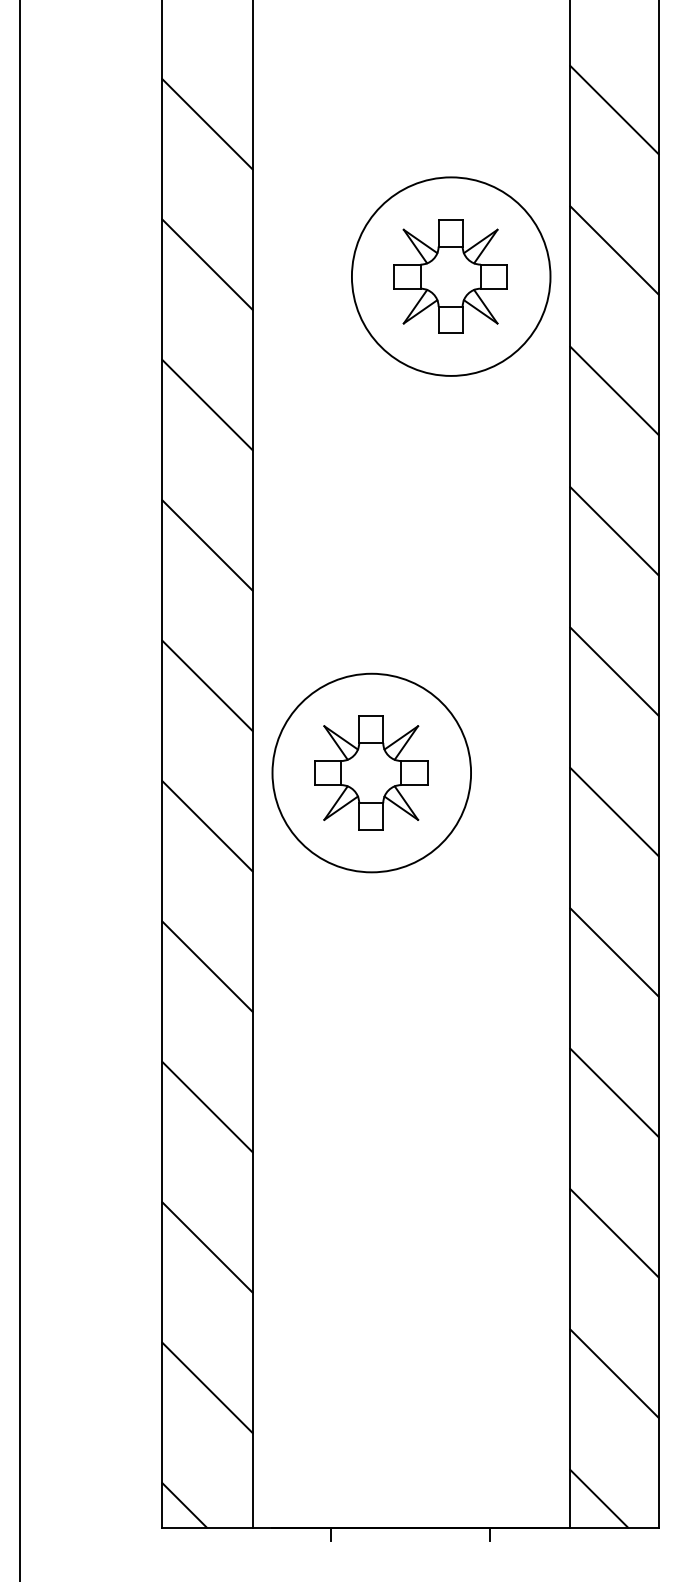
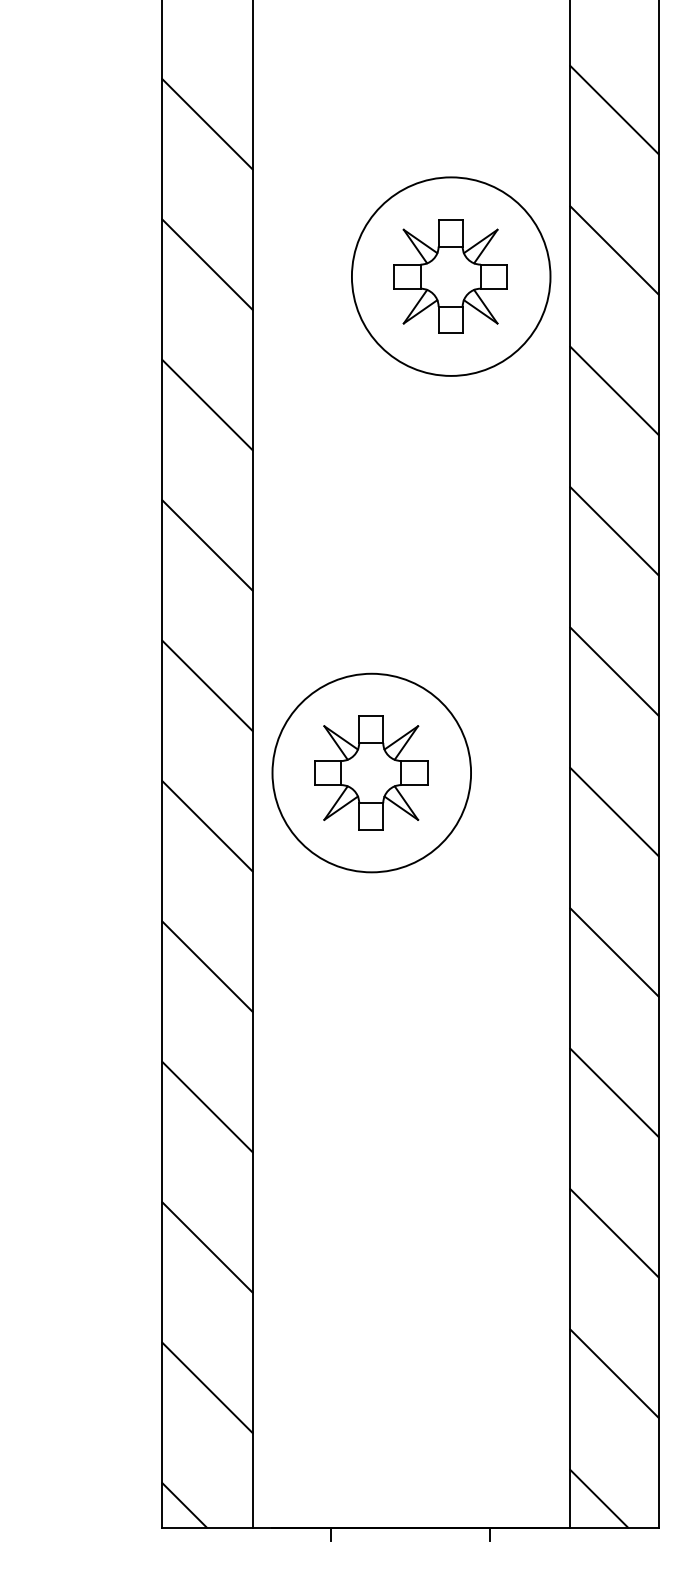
line at (20, 790): present -> none
